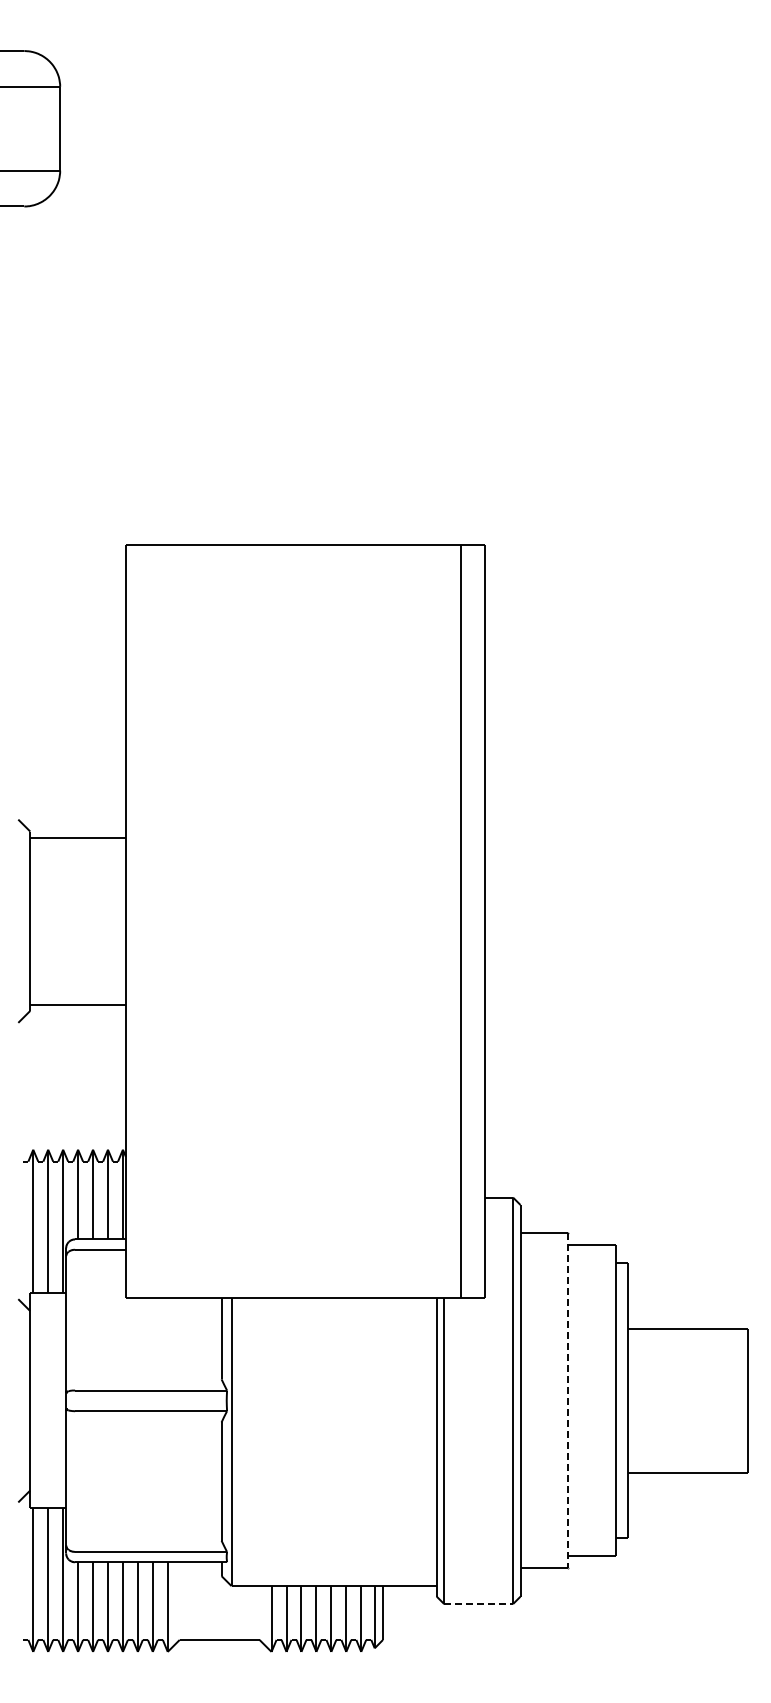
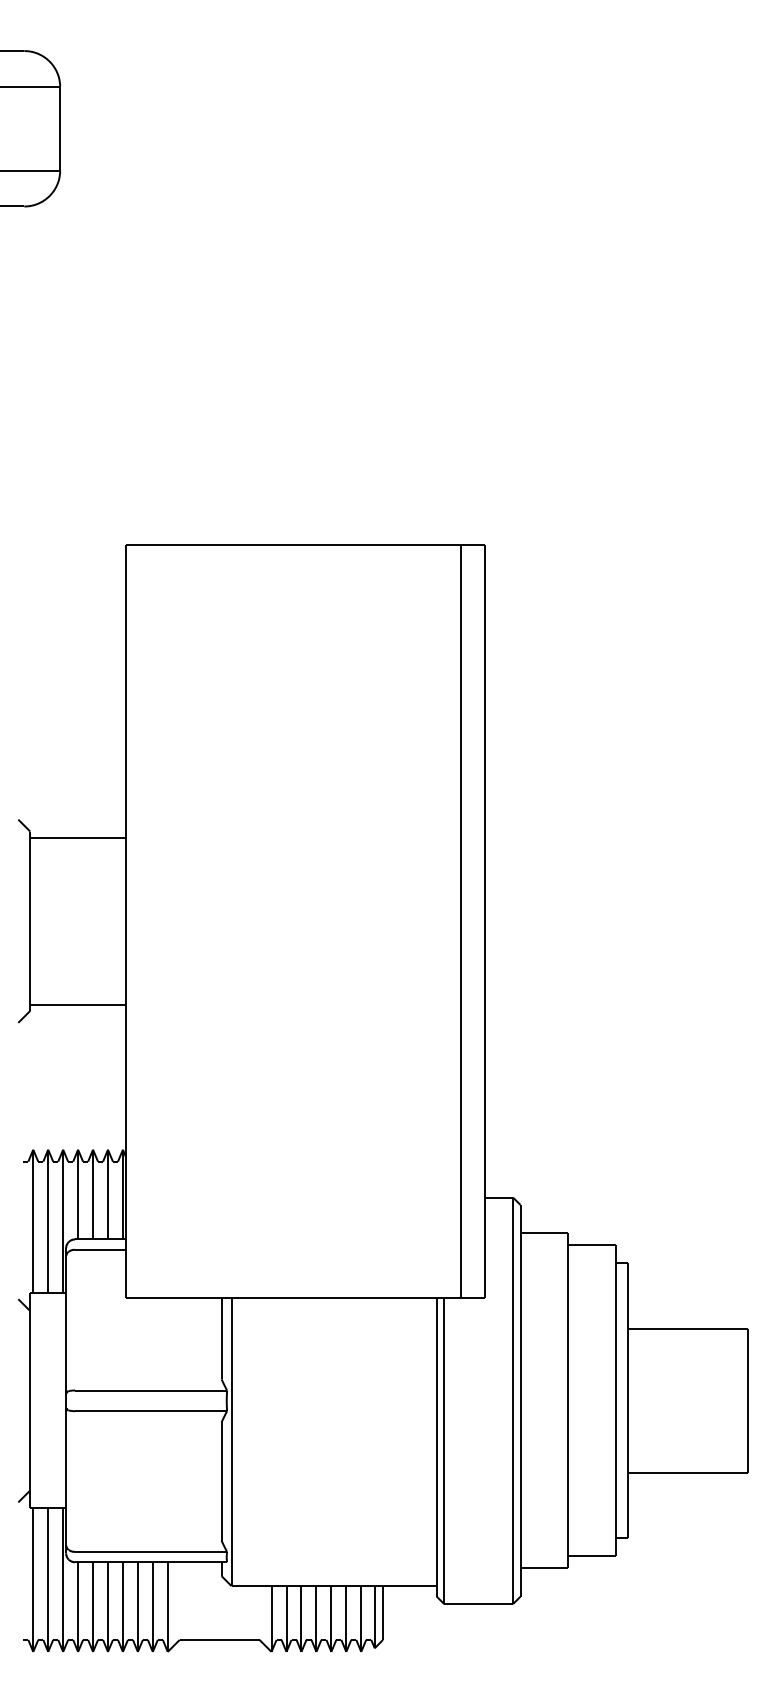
line at (568, 1401): dashed -> solid
line at (479, 1604): dashed -> solid
